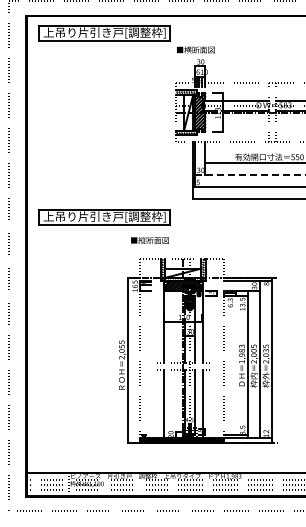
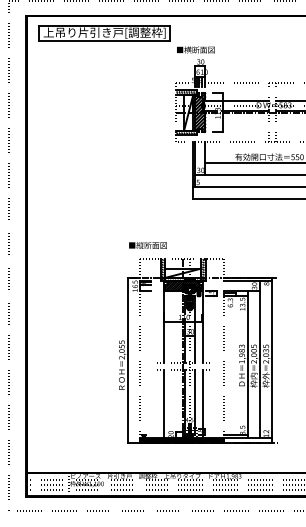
line at (251, 174): dashed -> solid
part at (104, 217): present -> none
text at (149, 240) position: (149, 240) -> (147, 245)
